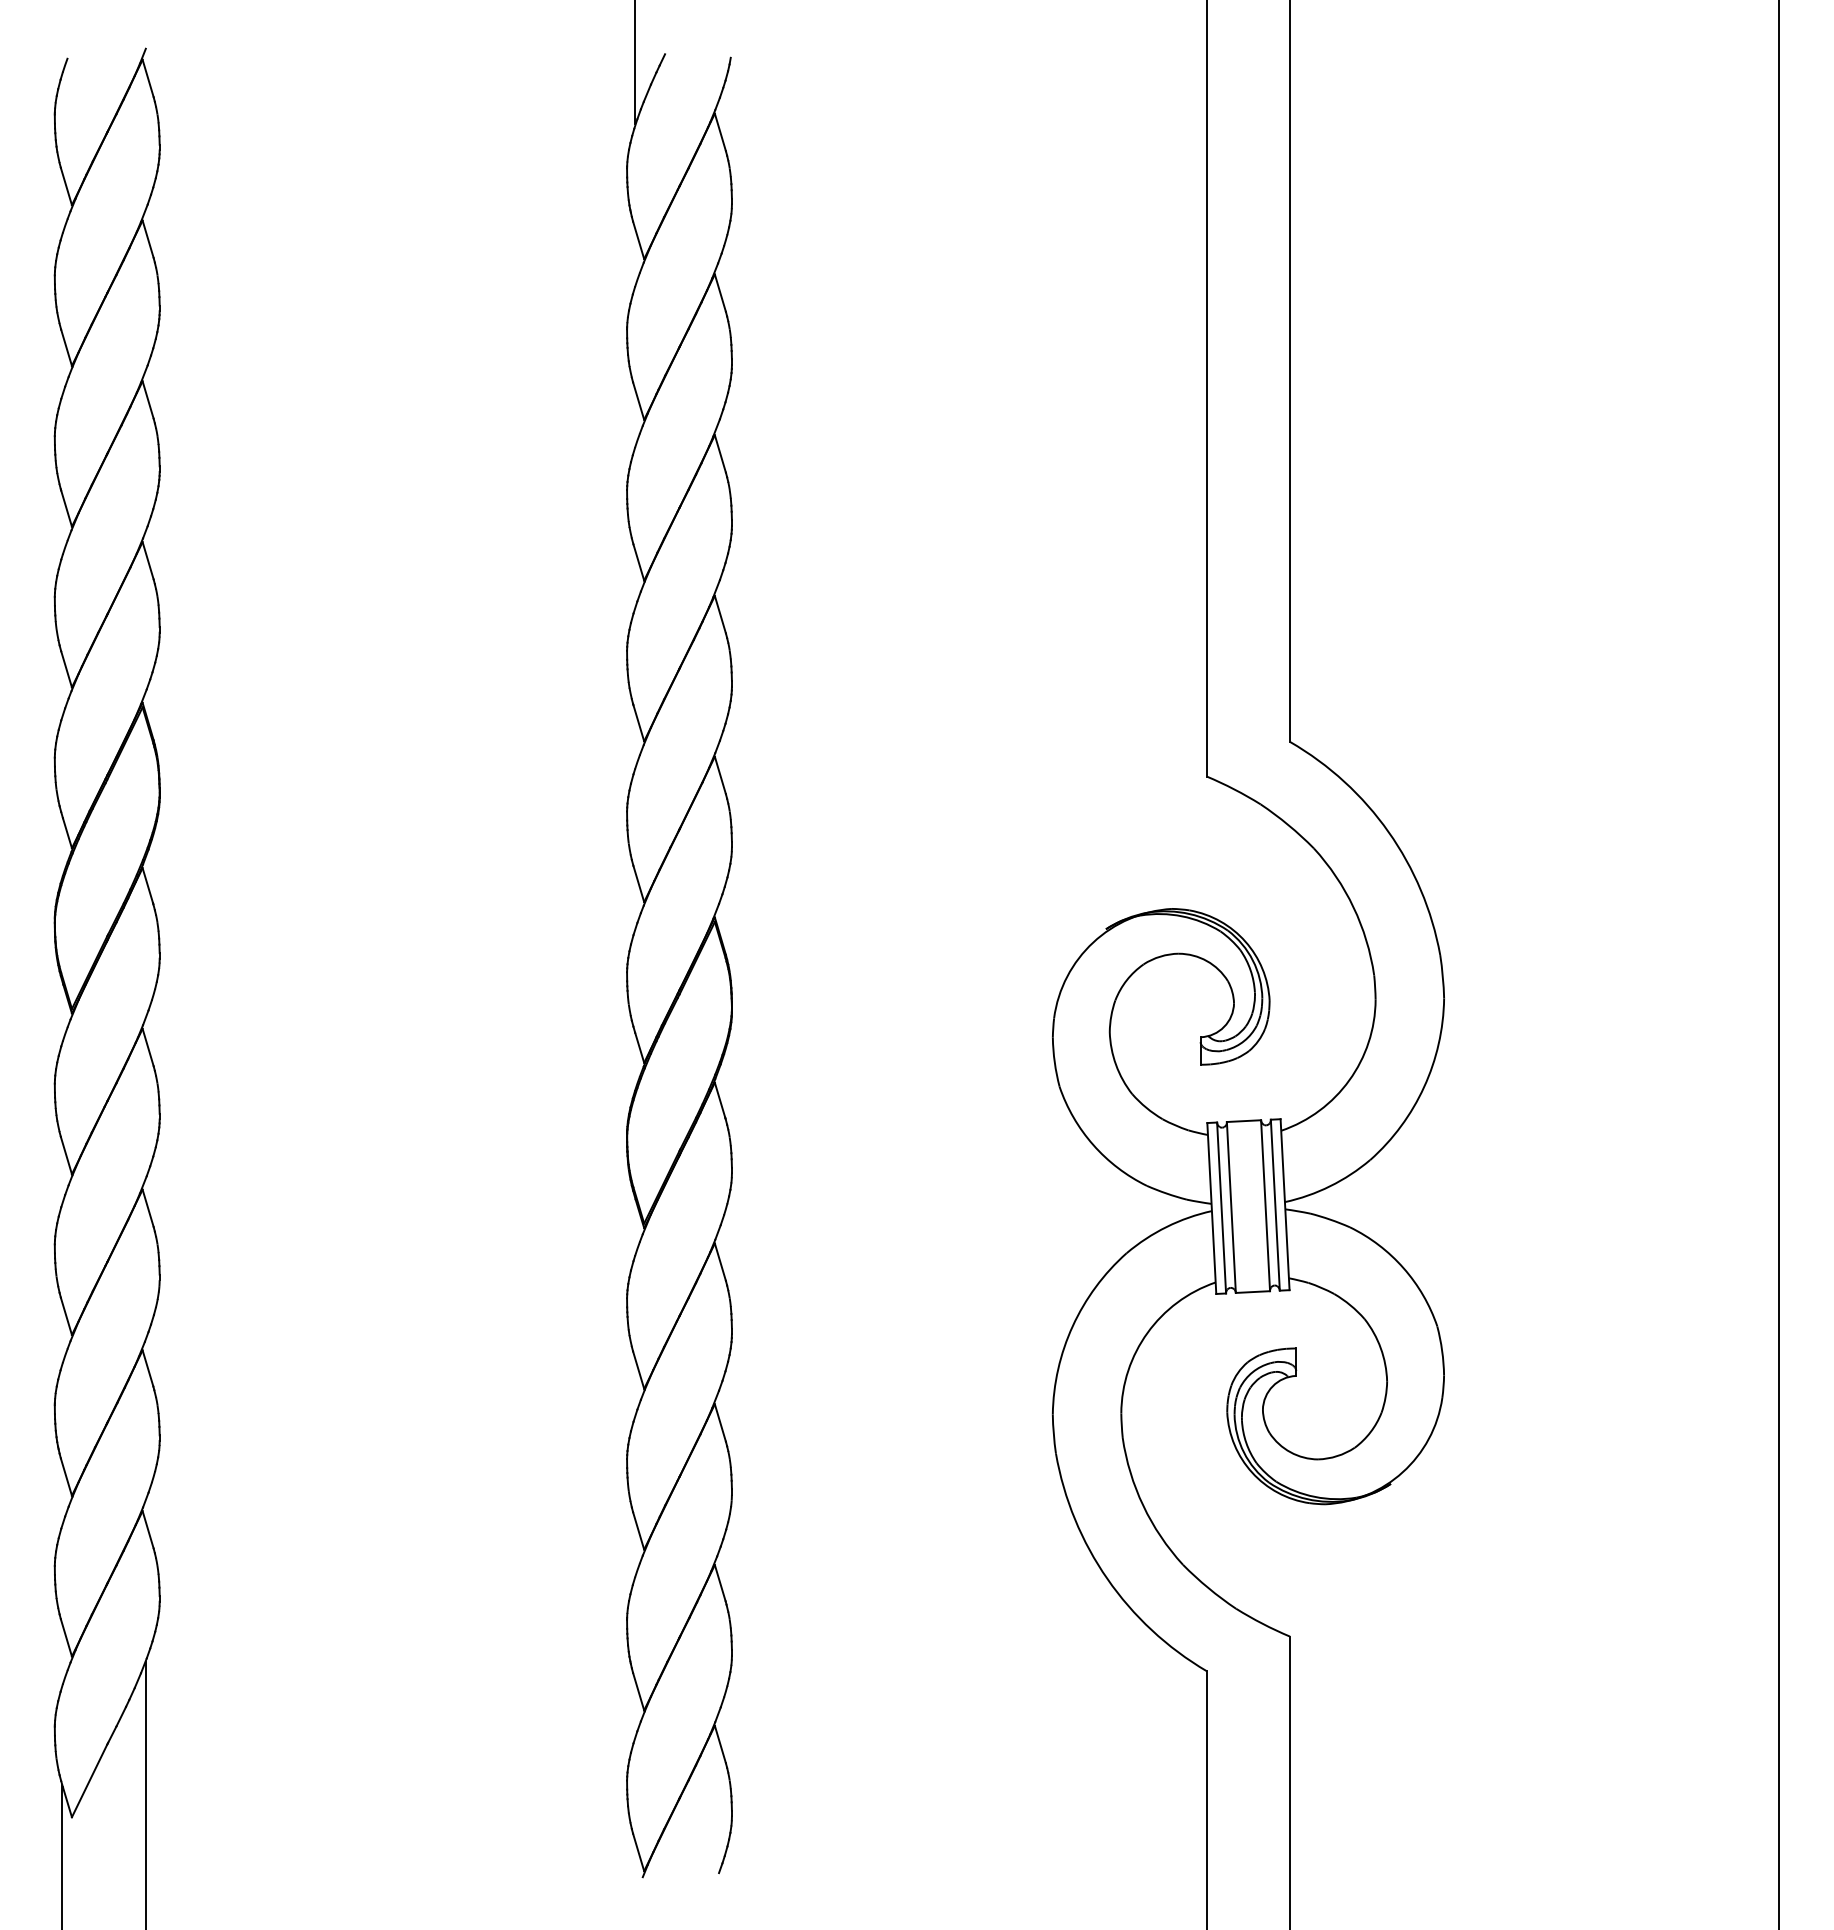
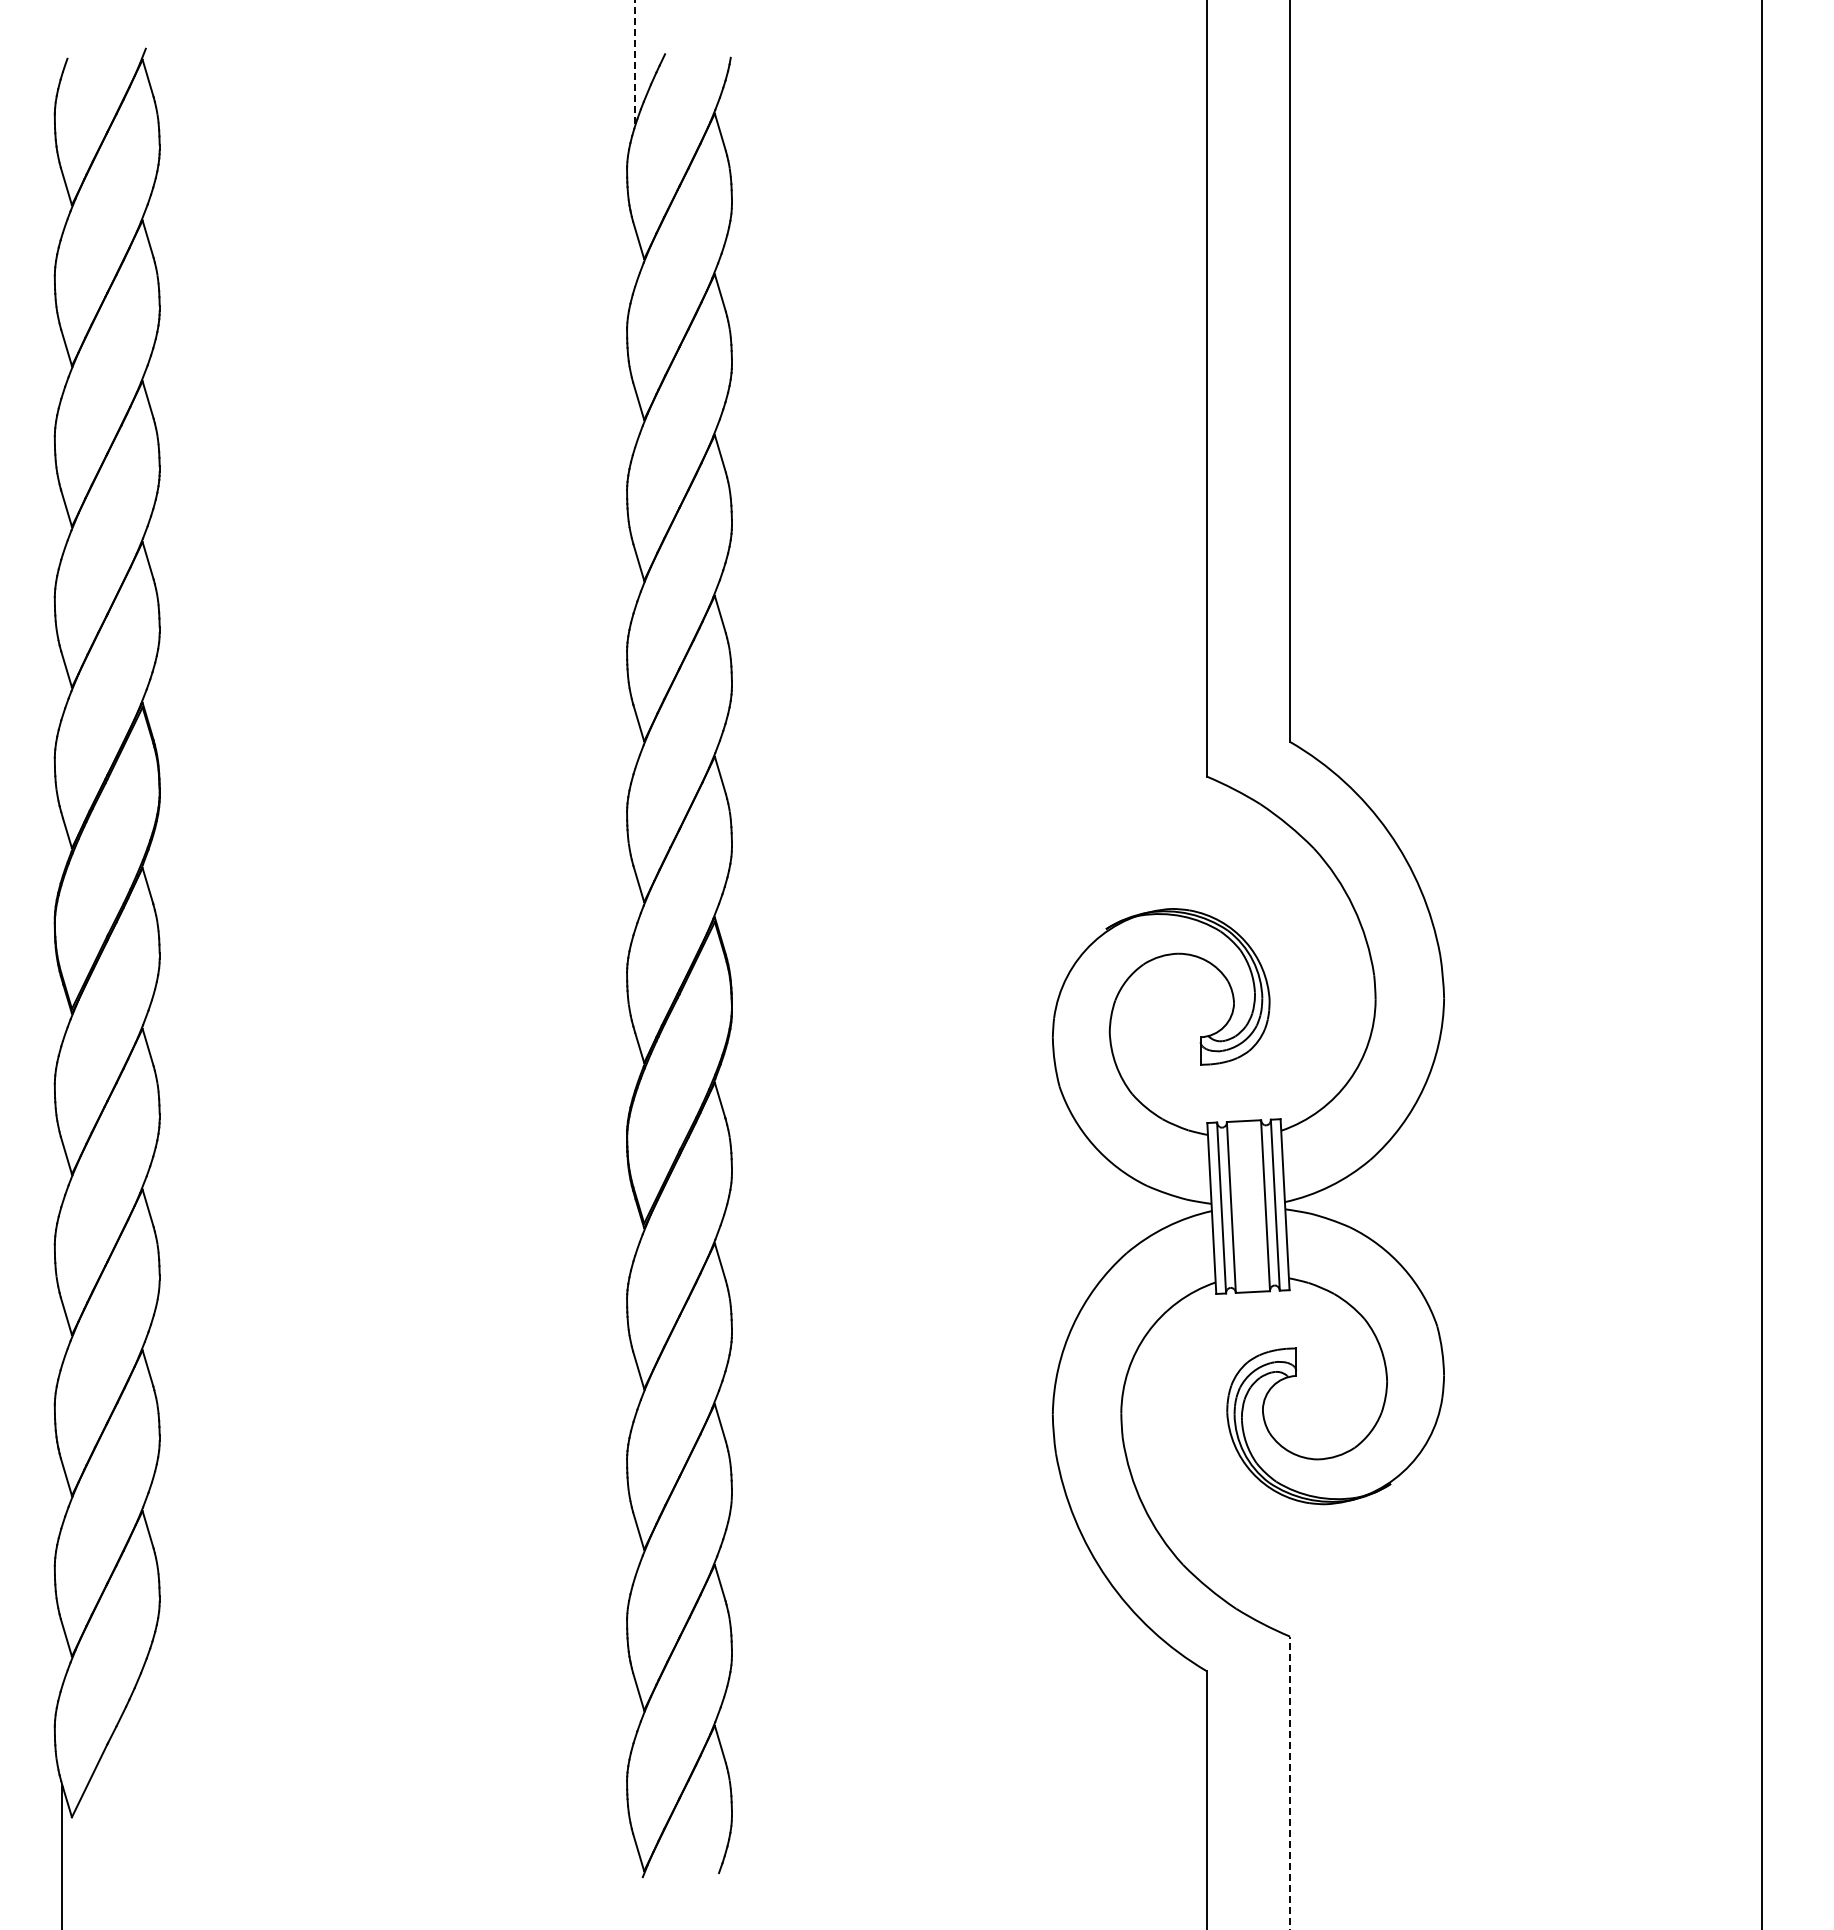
line at (634, 61): solid -> dashed
line at (1779, 964) position: (1779, 964) -> (1762, 964)
line at (1290, 1782): solid -> dashed
line at (145, 1793): present -> none
